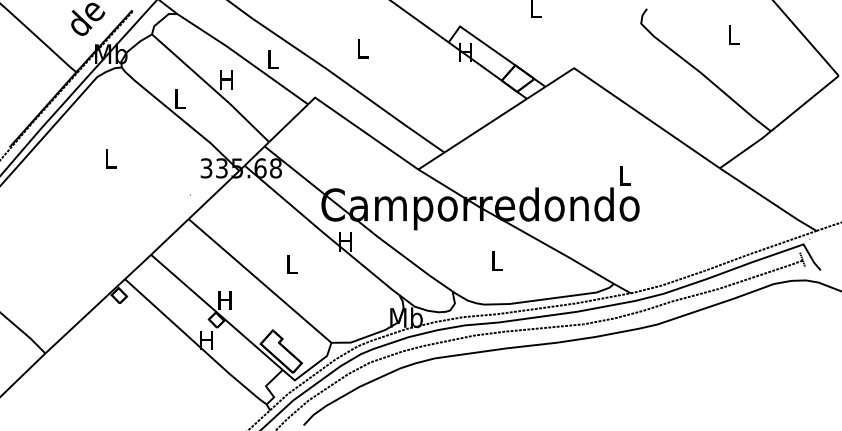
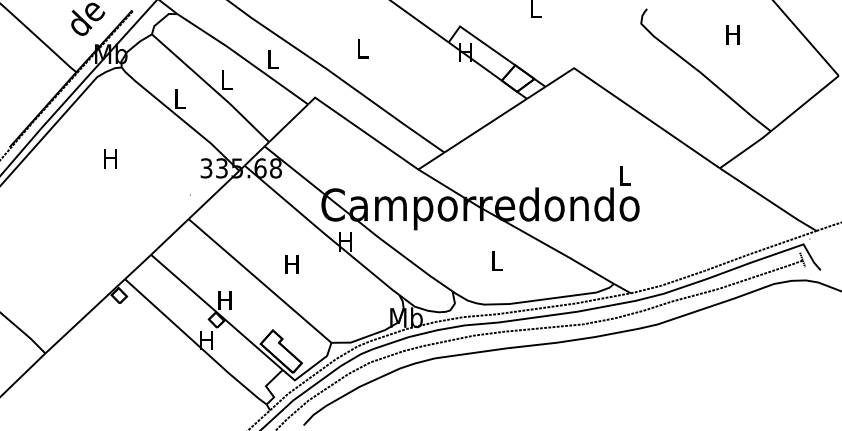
text at (732, 34): L -> H
text at (226, 79): H -> L
text at (110, 158): L -> H
text at (291, 264): L -> H
